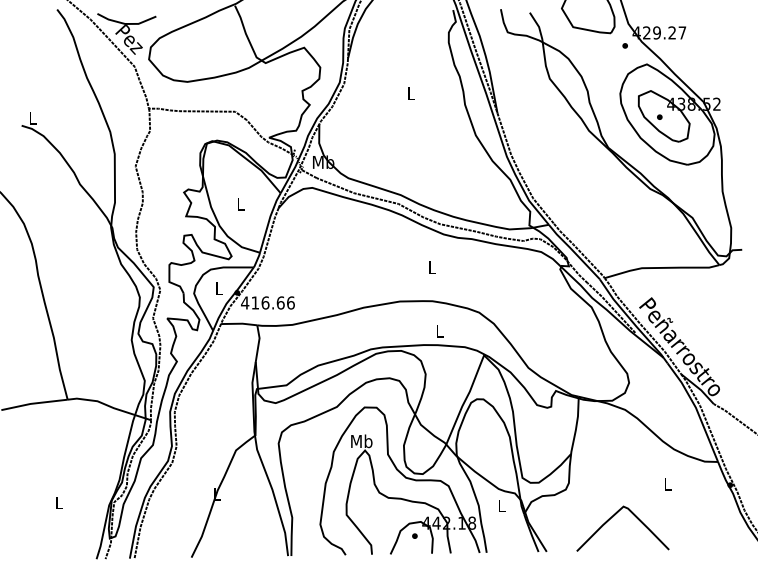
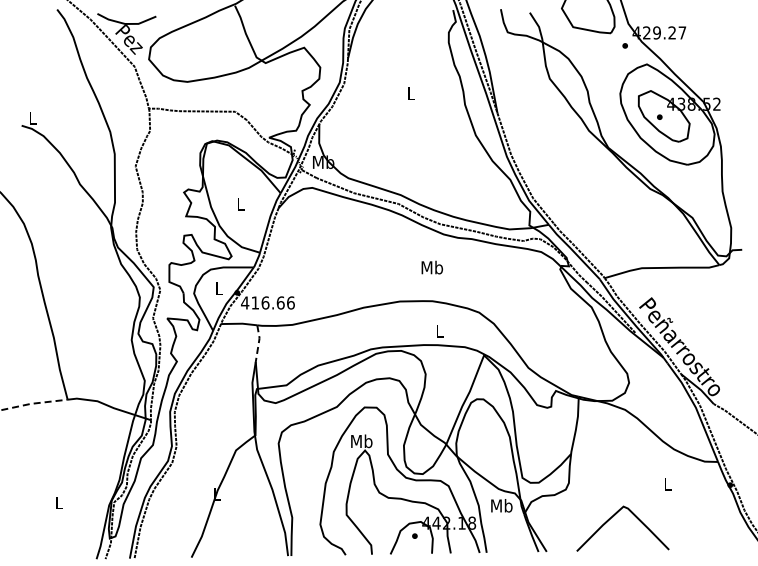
text at (432, 267): L -> Mb
line at (258, 343): solid -> dashed
line at (34, 403): solid -> dashed
text at (501, 505): L -> Mb
